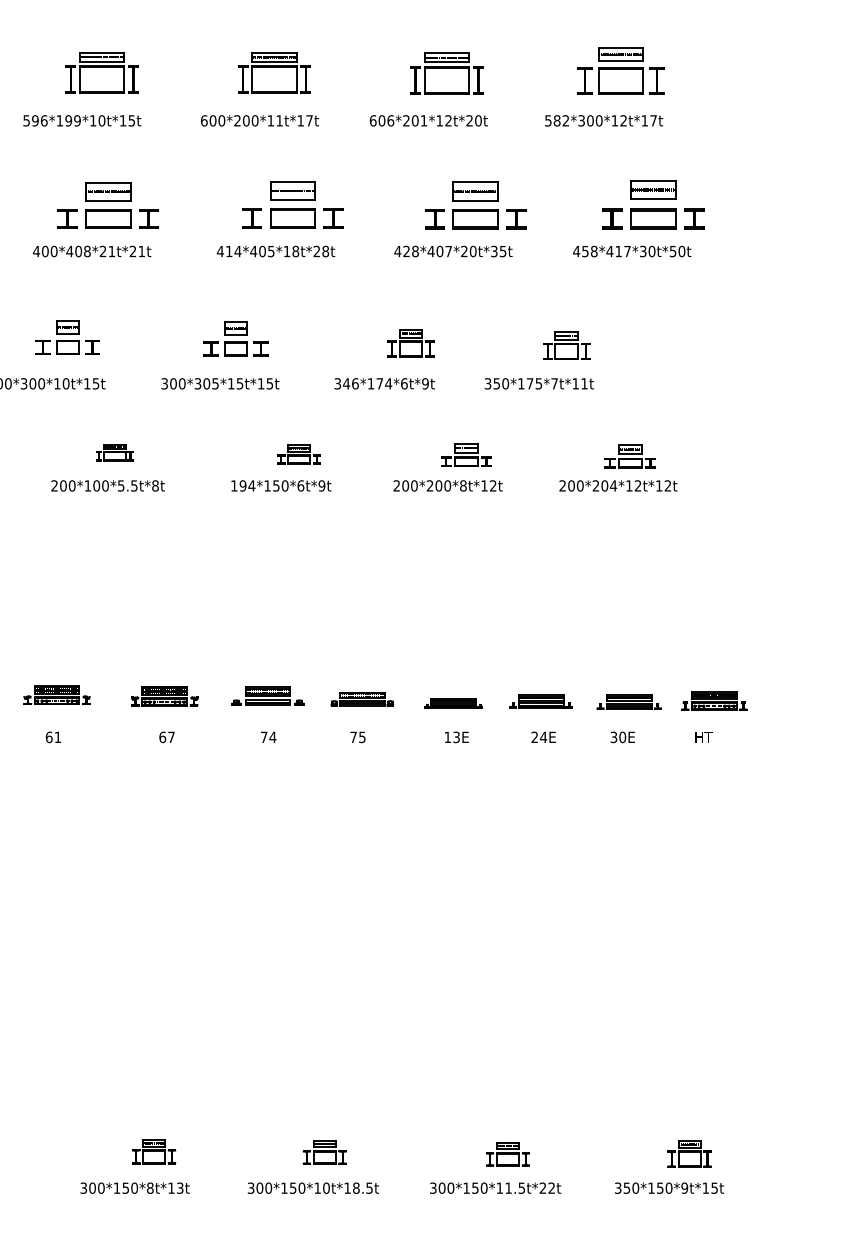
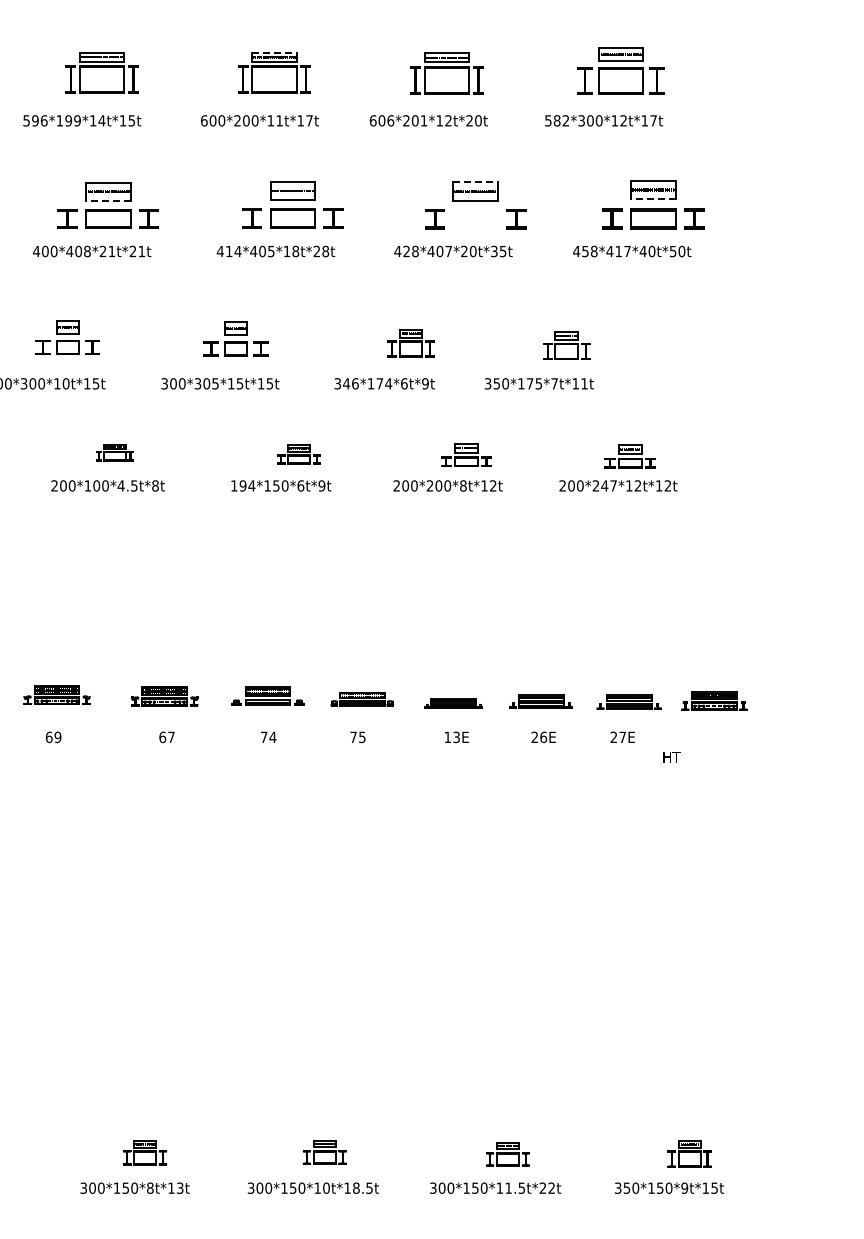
line at (275, 52): solid -> dashed
text at (101, 120): 596*199*10t*15t -> 596*199*14t*15t
line at (476, 182): solid -> dashed
line at (652, 199): solid -> dashed
line at (107, 201): solid -> dashed
part at (475, 219): present -> none
text at (642, 251): 458*417*30t*50t -> 458*417*40t*50t
text at (120, 485): 200*100*5.5t*8t -> 200*100*4.5t*8t
text at (609, 485): 200*204*12t*12t -> 200*247*12t*12t
text at (57, 737): 61 -> 69
text at (543, 737): 24E -> 26E
text at (618, 737): 30E -> 27E
text at (703, 737) position: (703, 737) -> (671, 757)
part at (154, 1151) position: (154, 1151) -> (145, 1152)
